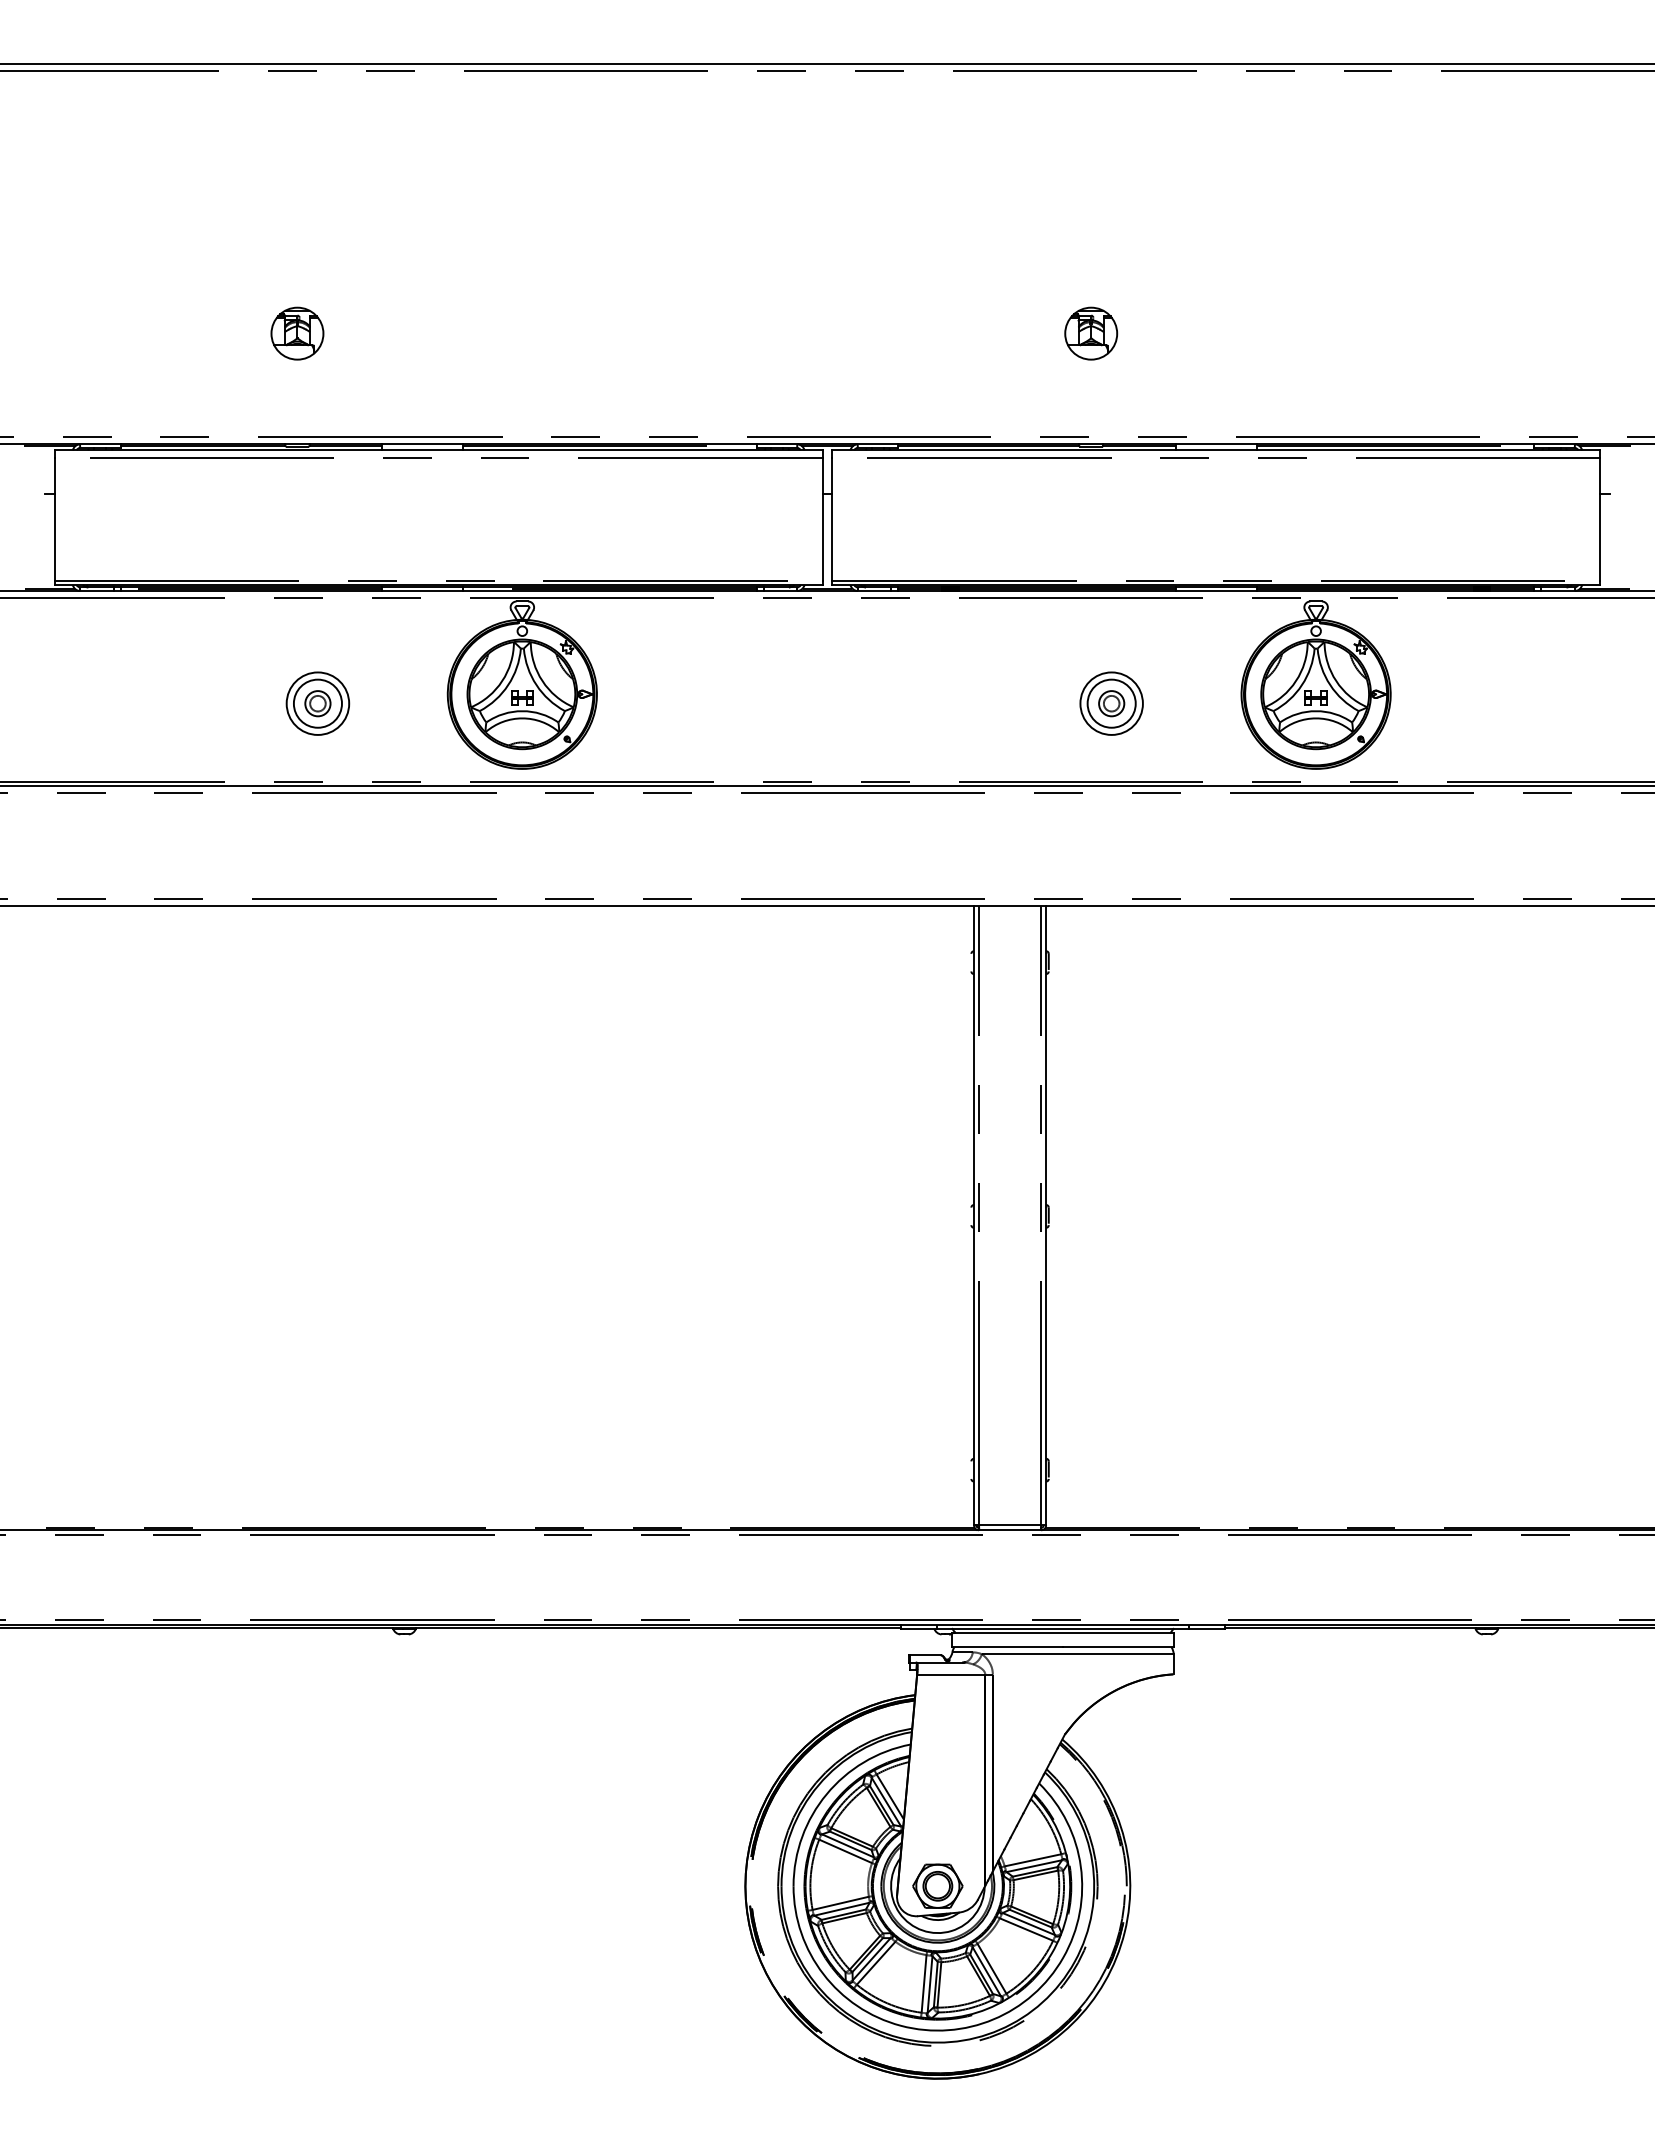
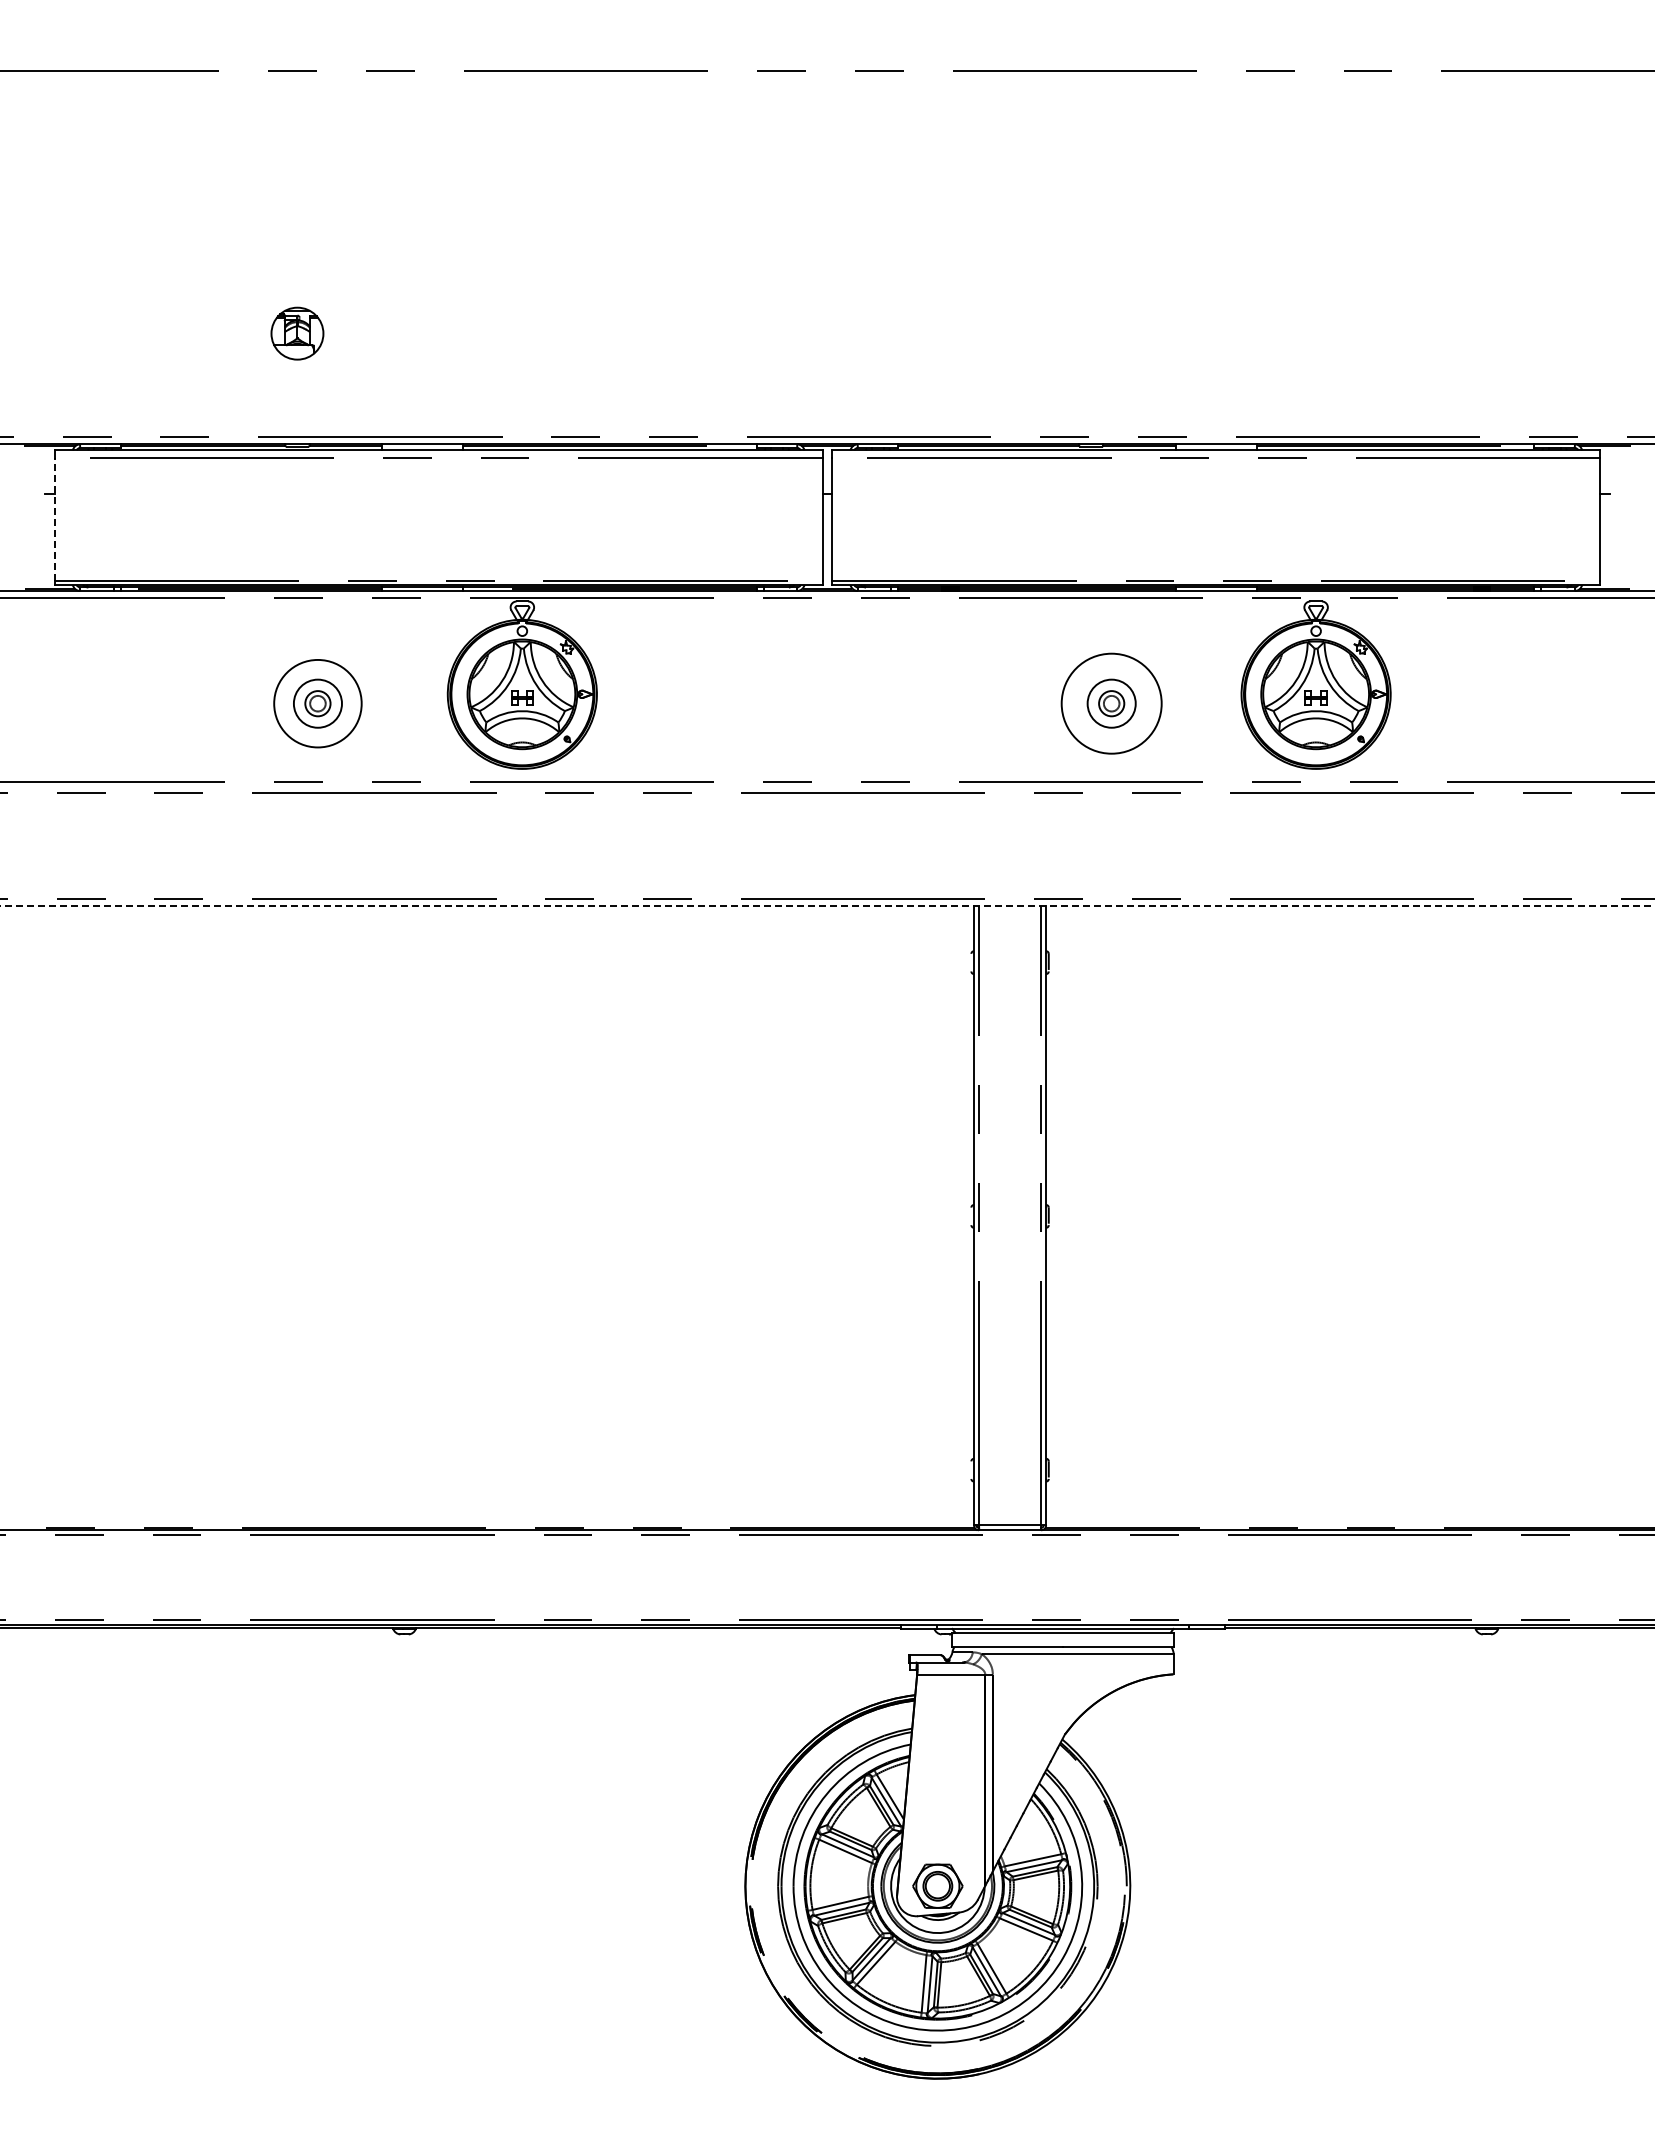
line at (826, 64): present -> none
part at (1091, 333): present -> none
line at (54, 519): solid -> dashed
circle at (317, 703) diameter: 62 px -> 87 px
circle at (1111, 703) diameter: 62 px -> 100 px
line at (826, 785): present -> none
line at (827, 906): solid -> dashed
